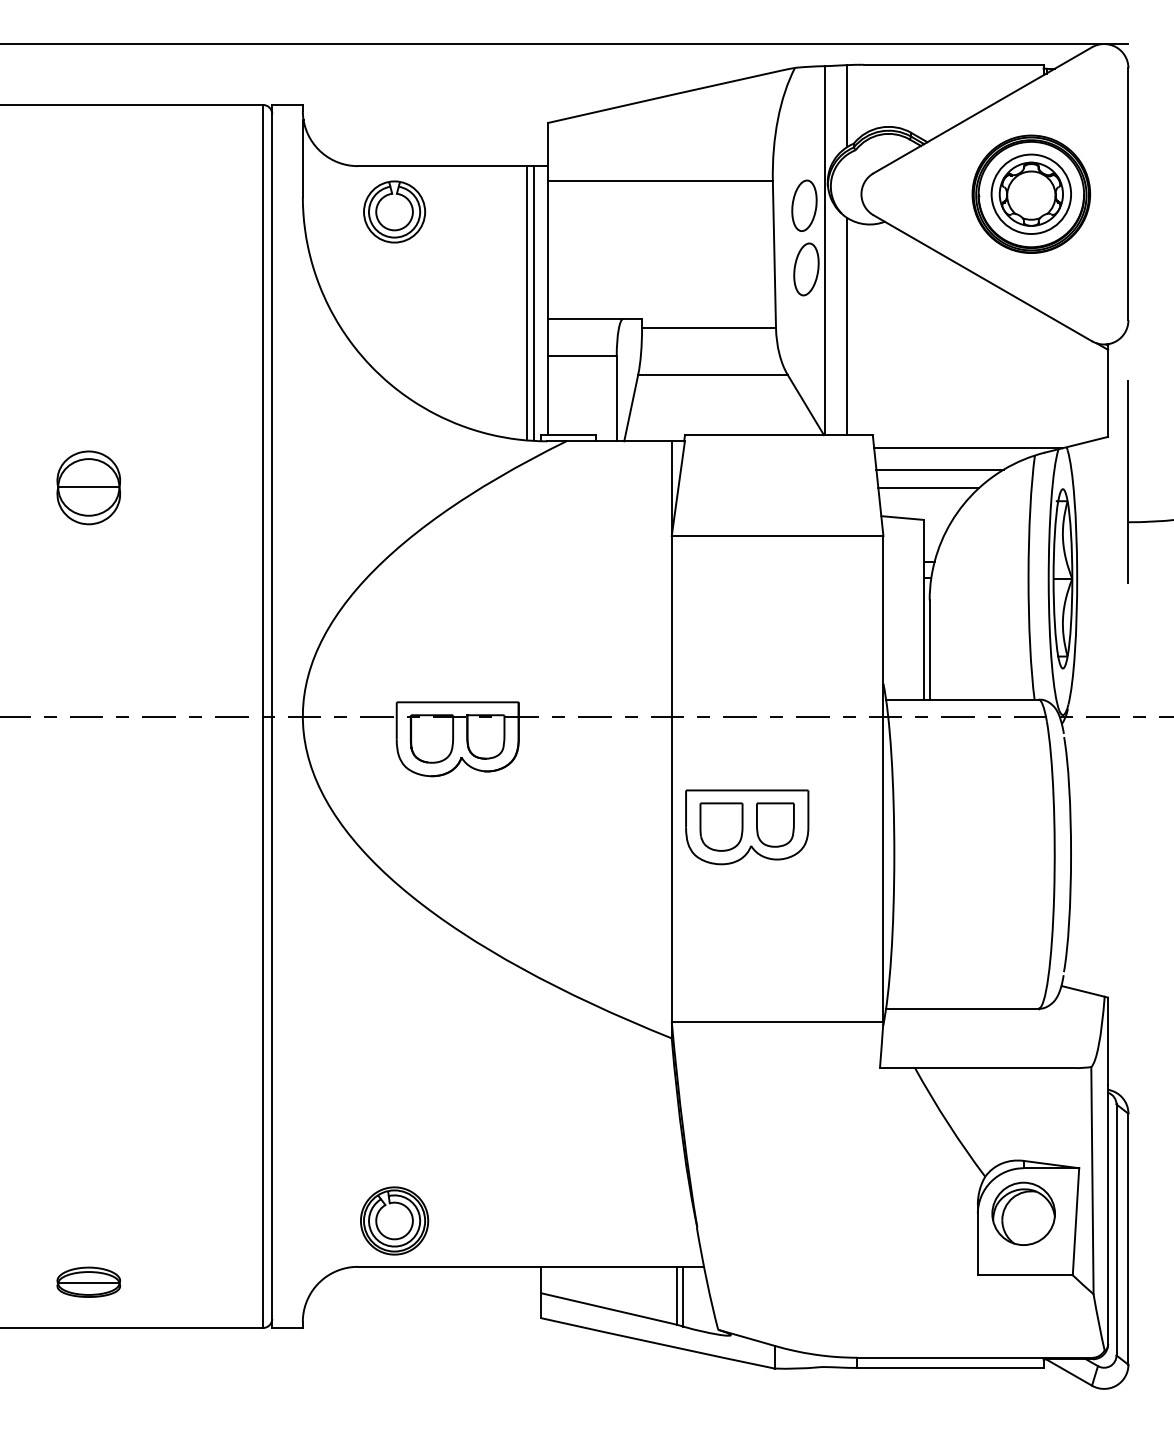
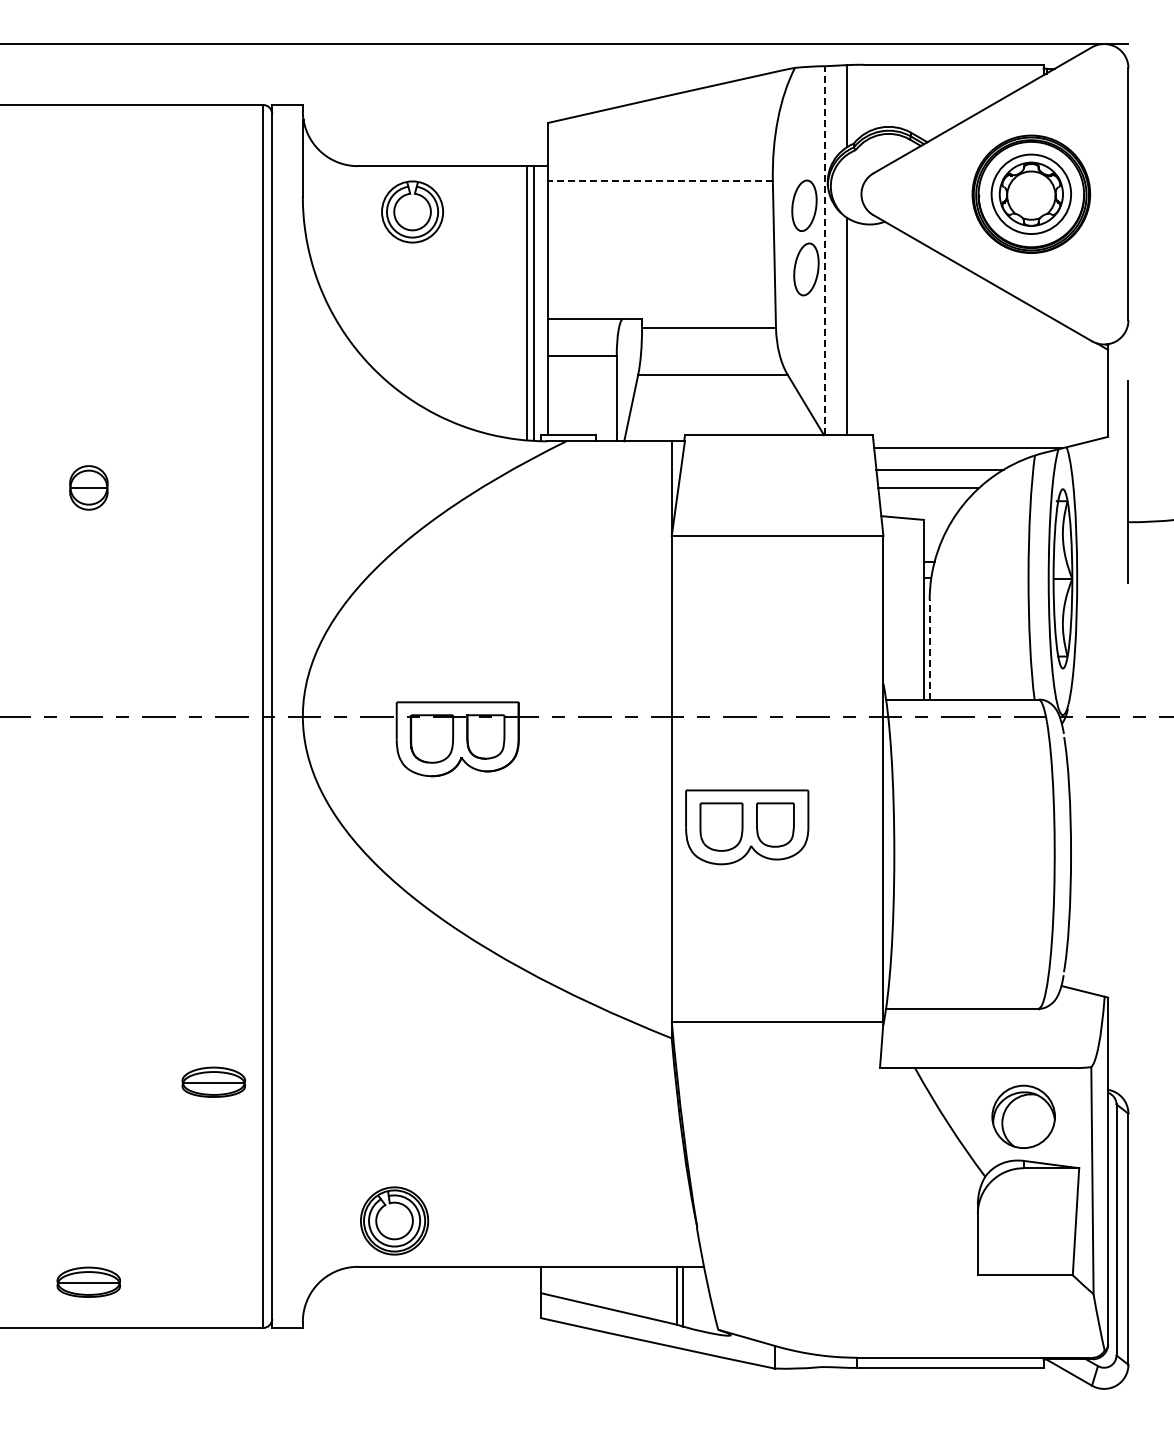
line at (660, 181): solid -> dashed
part at (394, 211) position: (394, 211) -> (412, 211)
line at (825, 250): solid -> dashed
part at (88, 487) size: 66x76 px -> 40x46 px
line at (929, 649): solid -> dashed
part at (213, 1081): none -> present
part at (1023, 1213) position: (1023, 1213) -> (1023, 1116)
